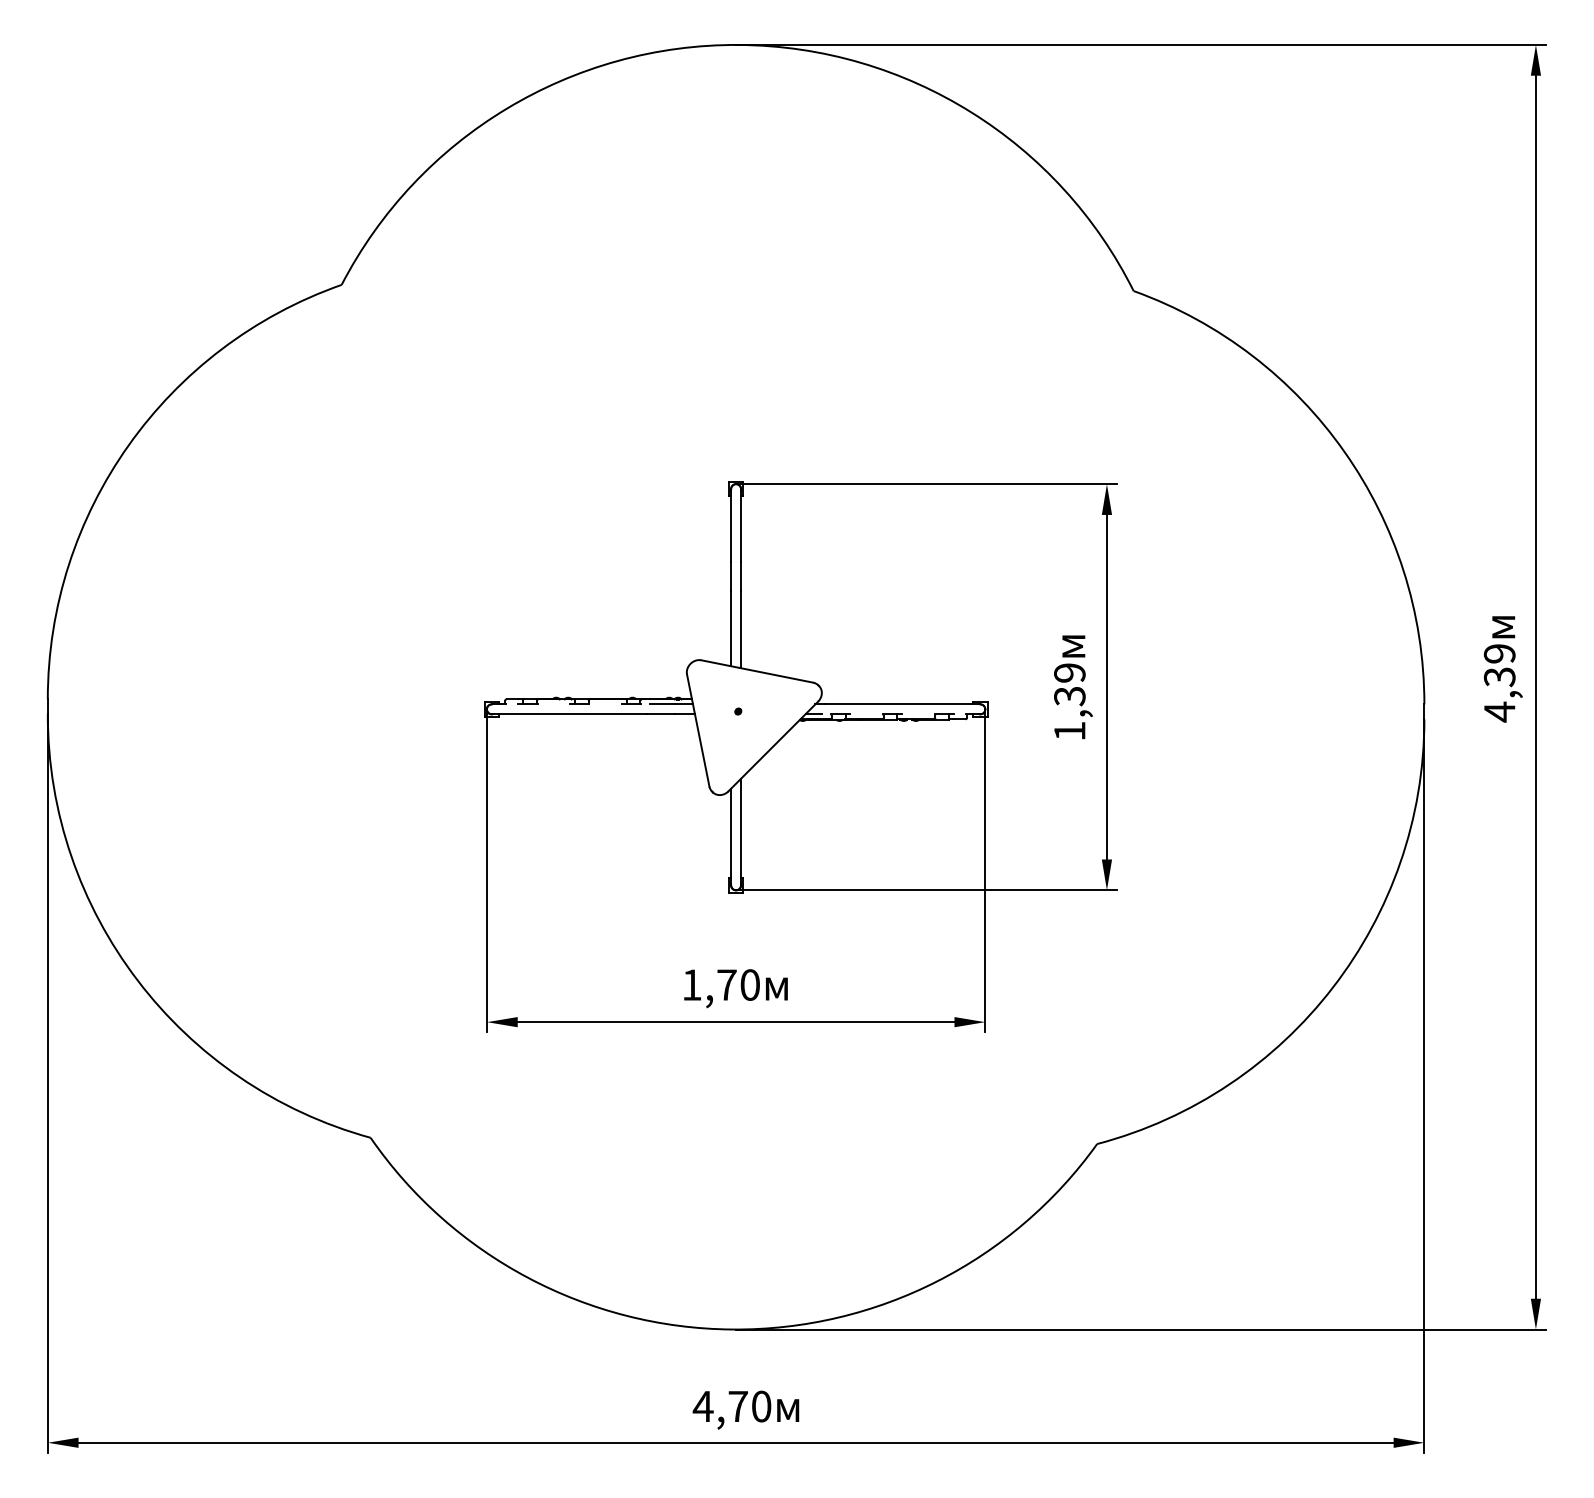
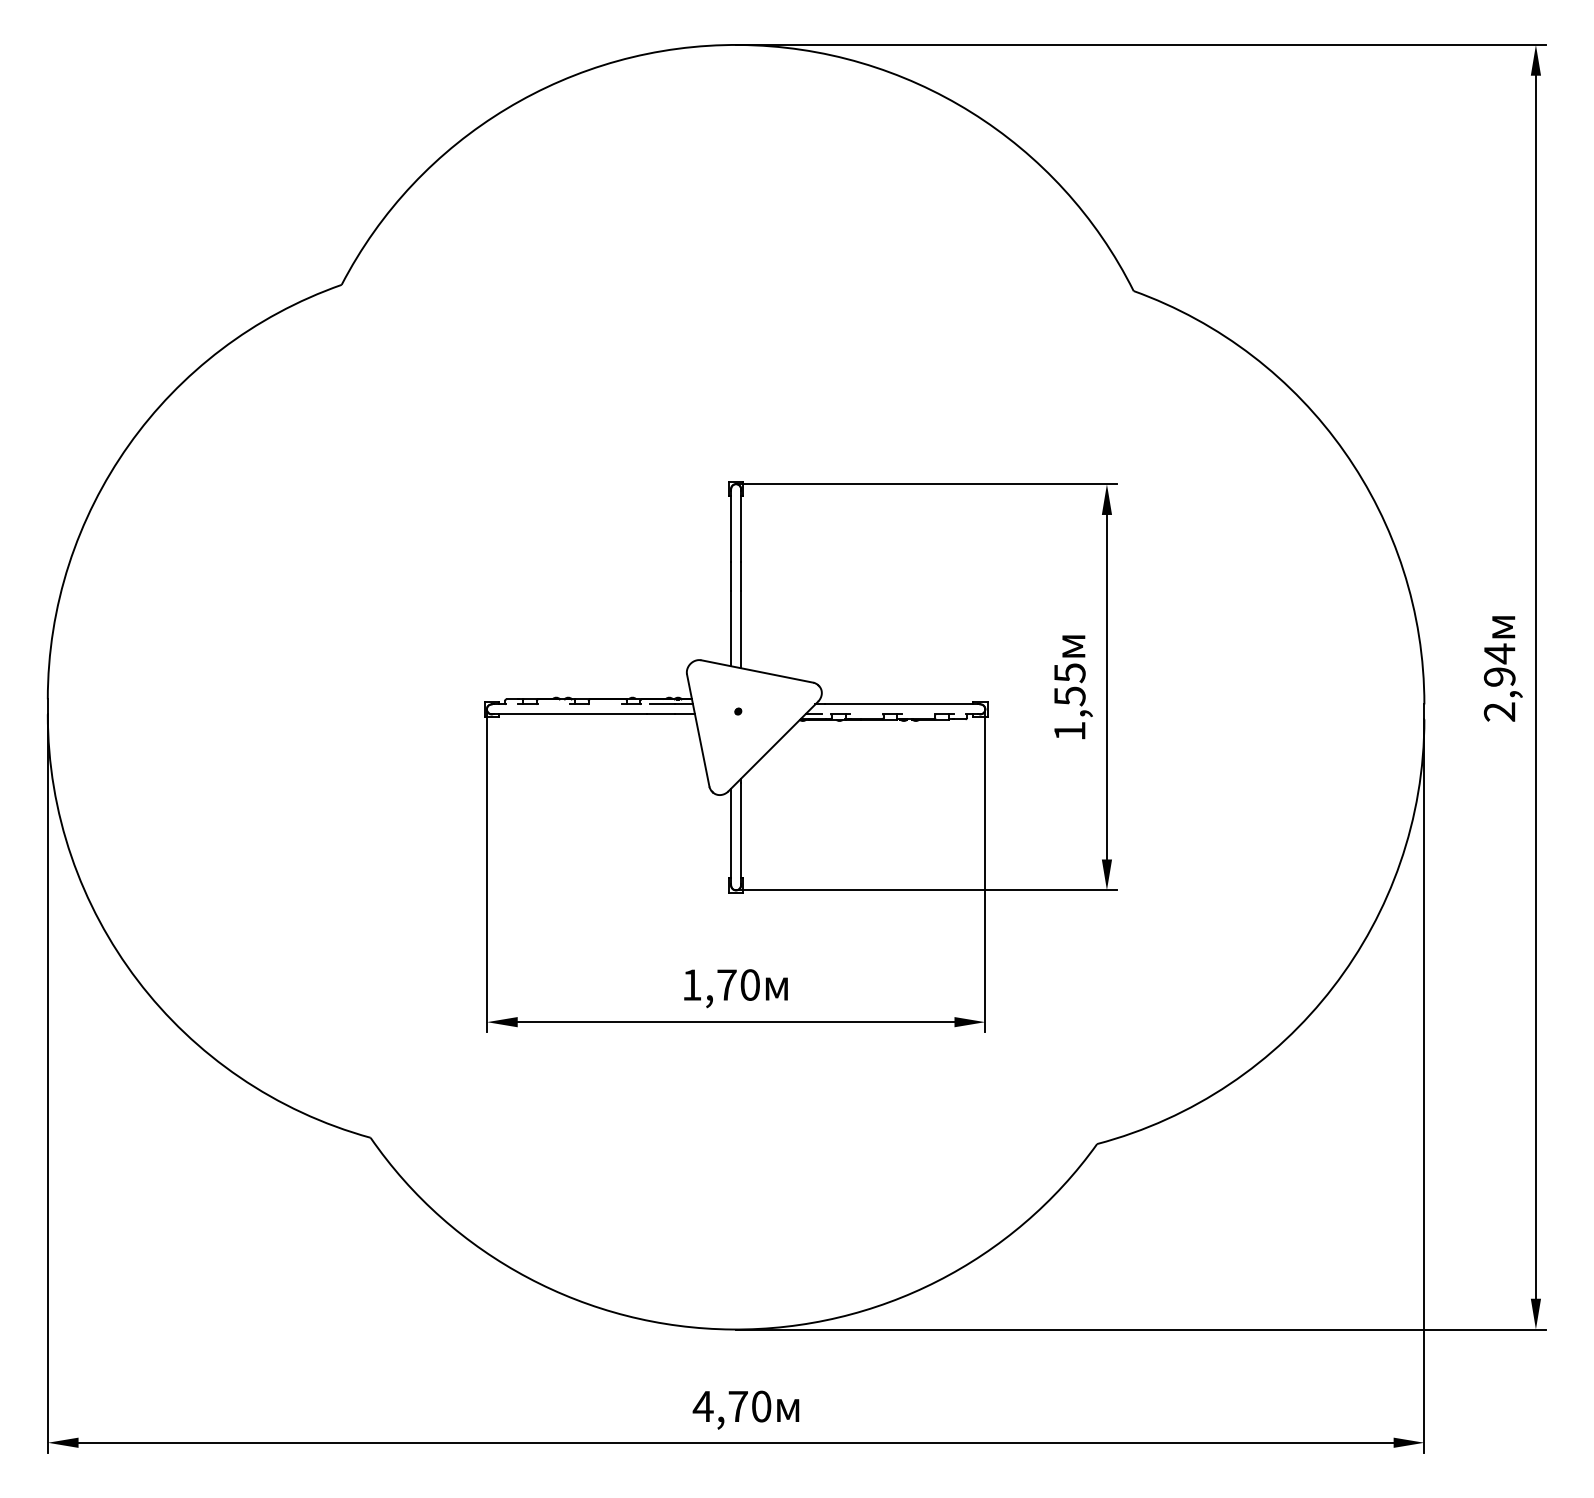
text at (1499, 682): 4,39 -> 2,94
text at (1069, 684): 1,39 -> 1,55
